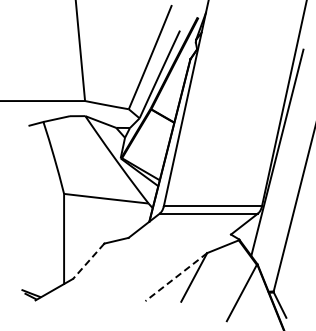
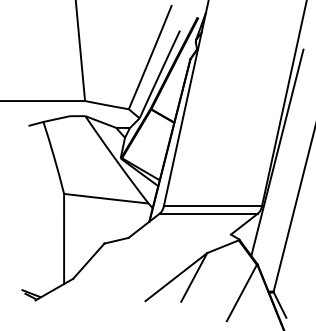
line at (88, 261): dashed -> solid
line at (175, 277): dashed -> solid
